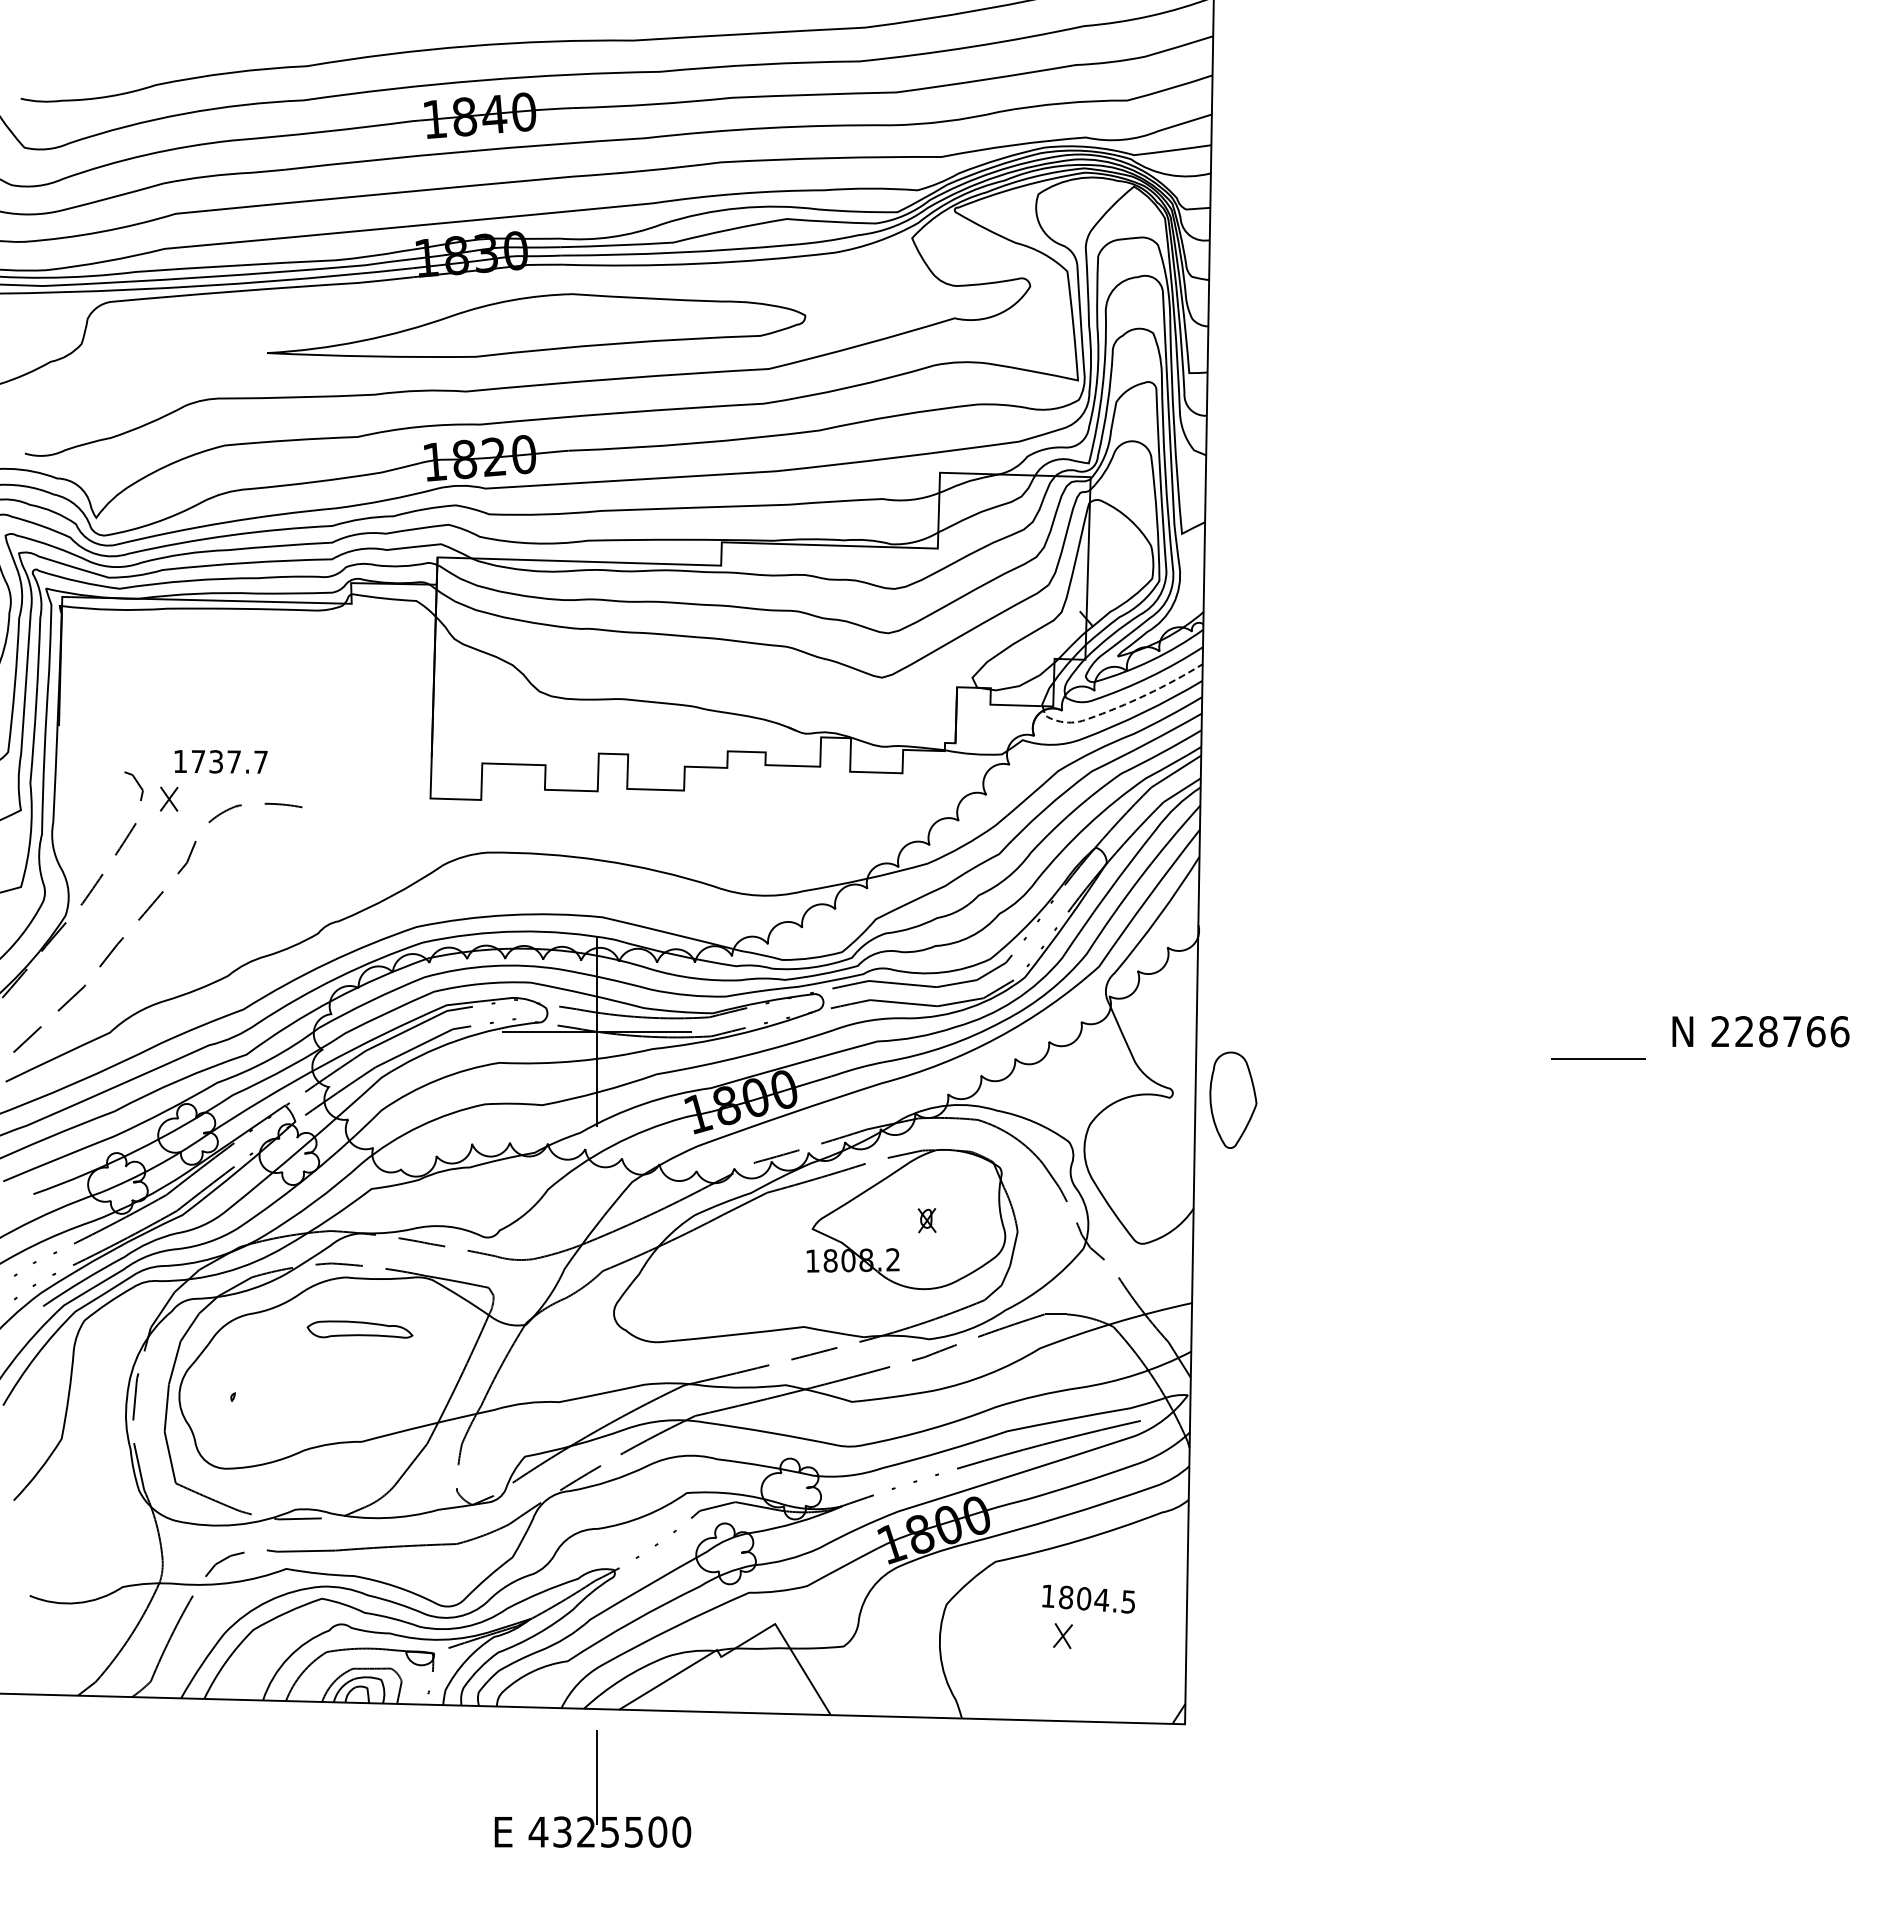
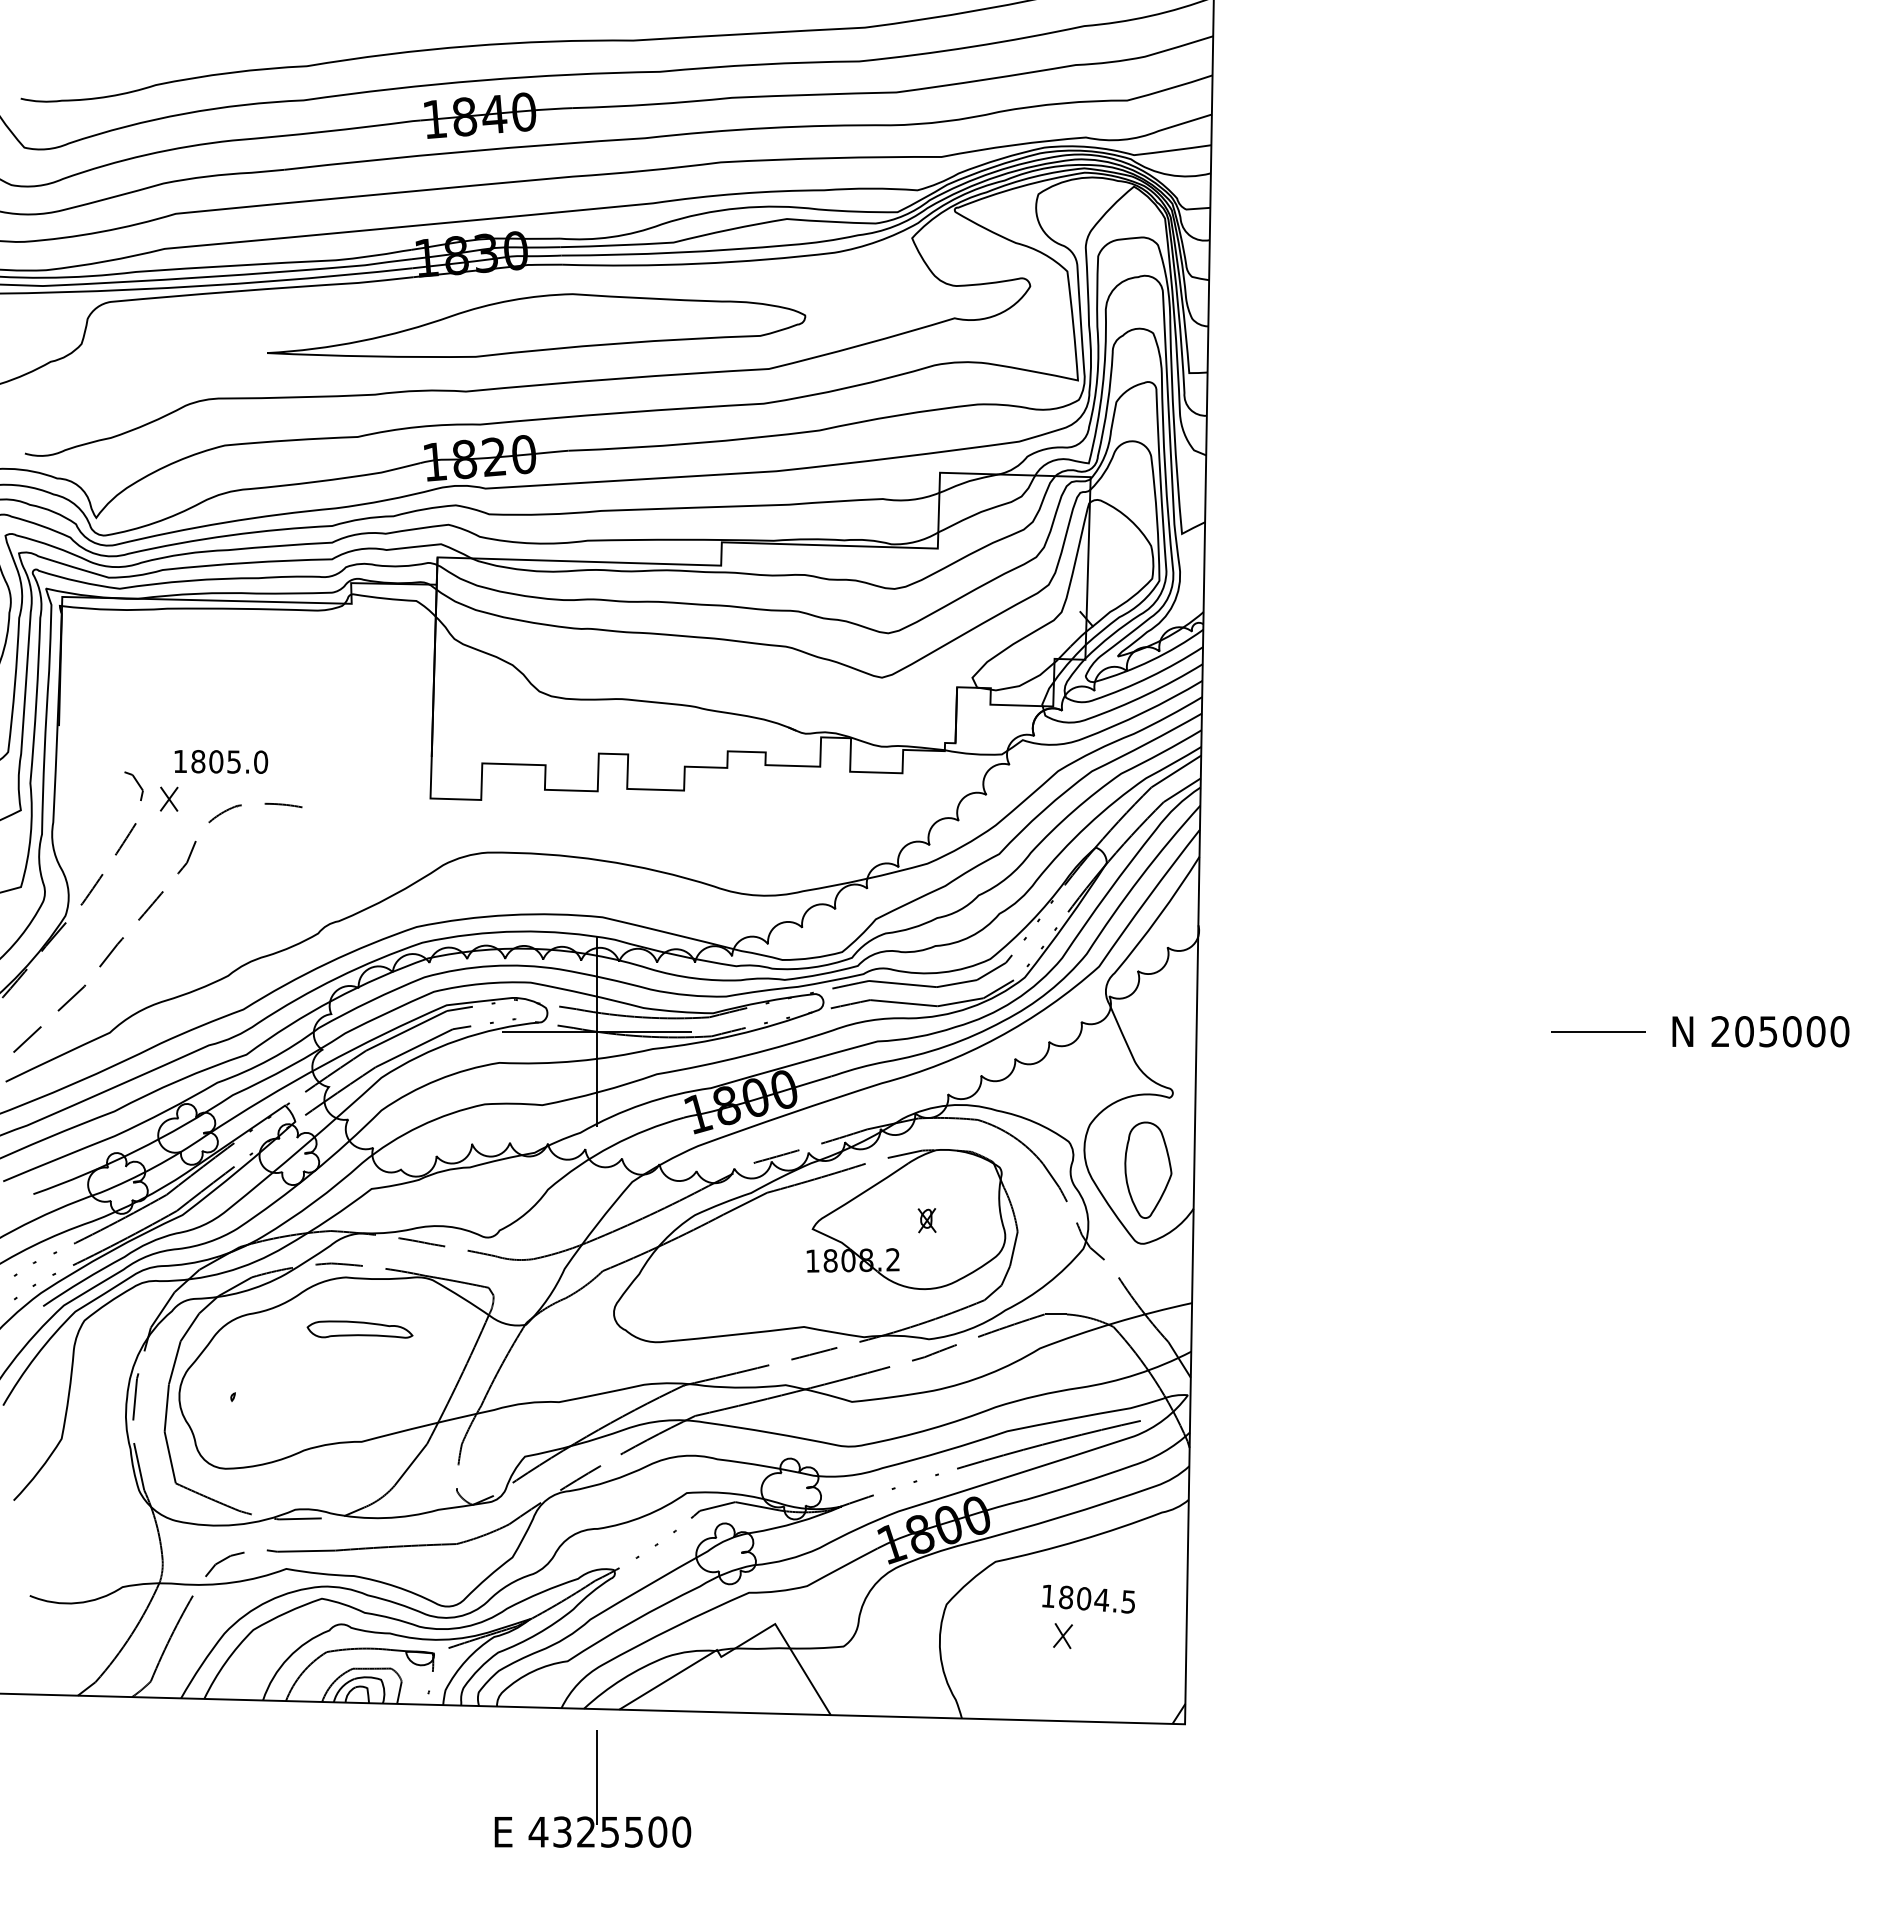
line at (1117, 707): dashed -> solid
text at (229, 761): 1737.7 -> 1805.0
text at (1792, 1031): 228766 -> 205000
line at (1598, 1058) position: (1598, 1058) -> (1598, 1031)
part at (1233, 1099) position: (1233, 1099) -> (1148, 1169)
